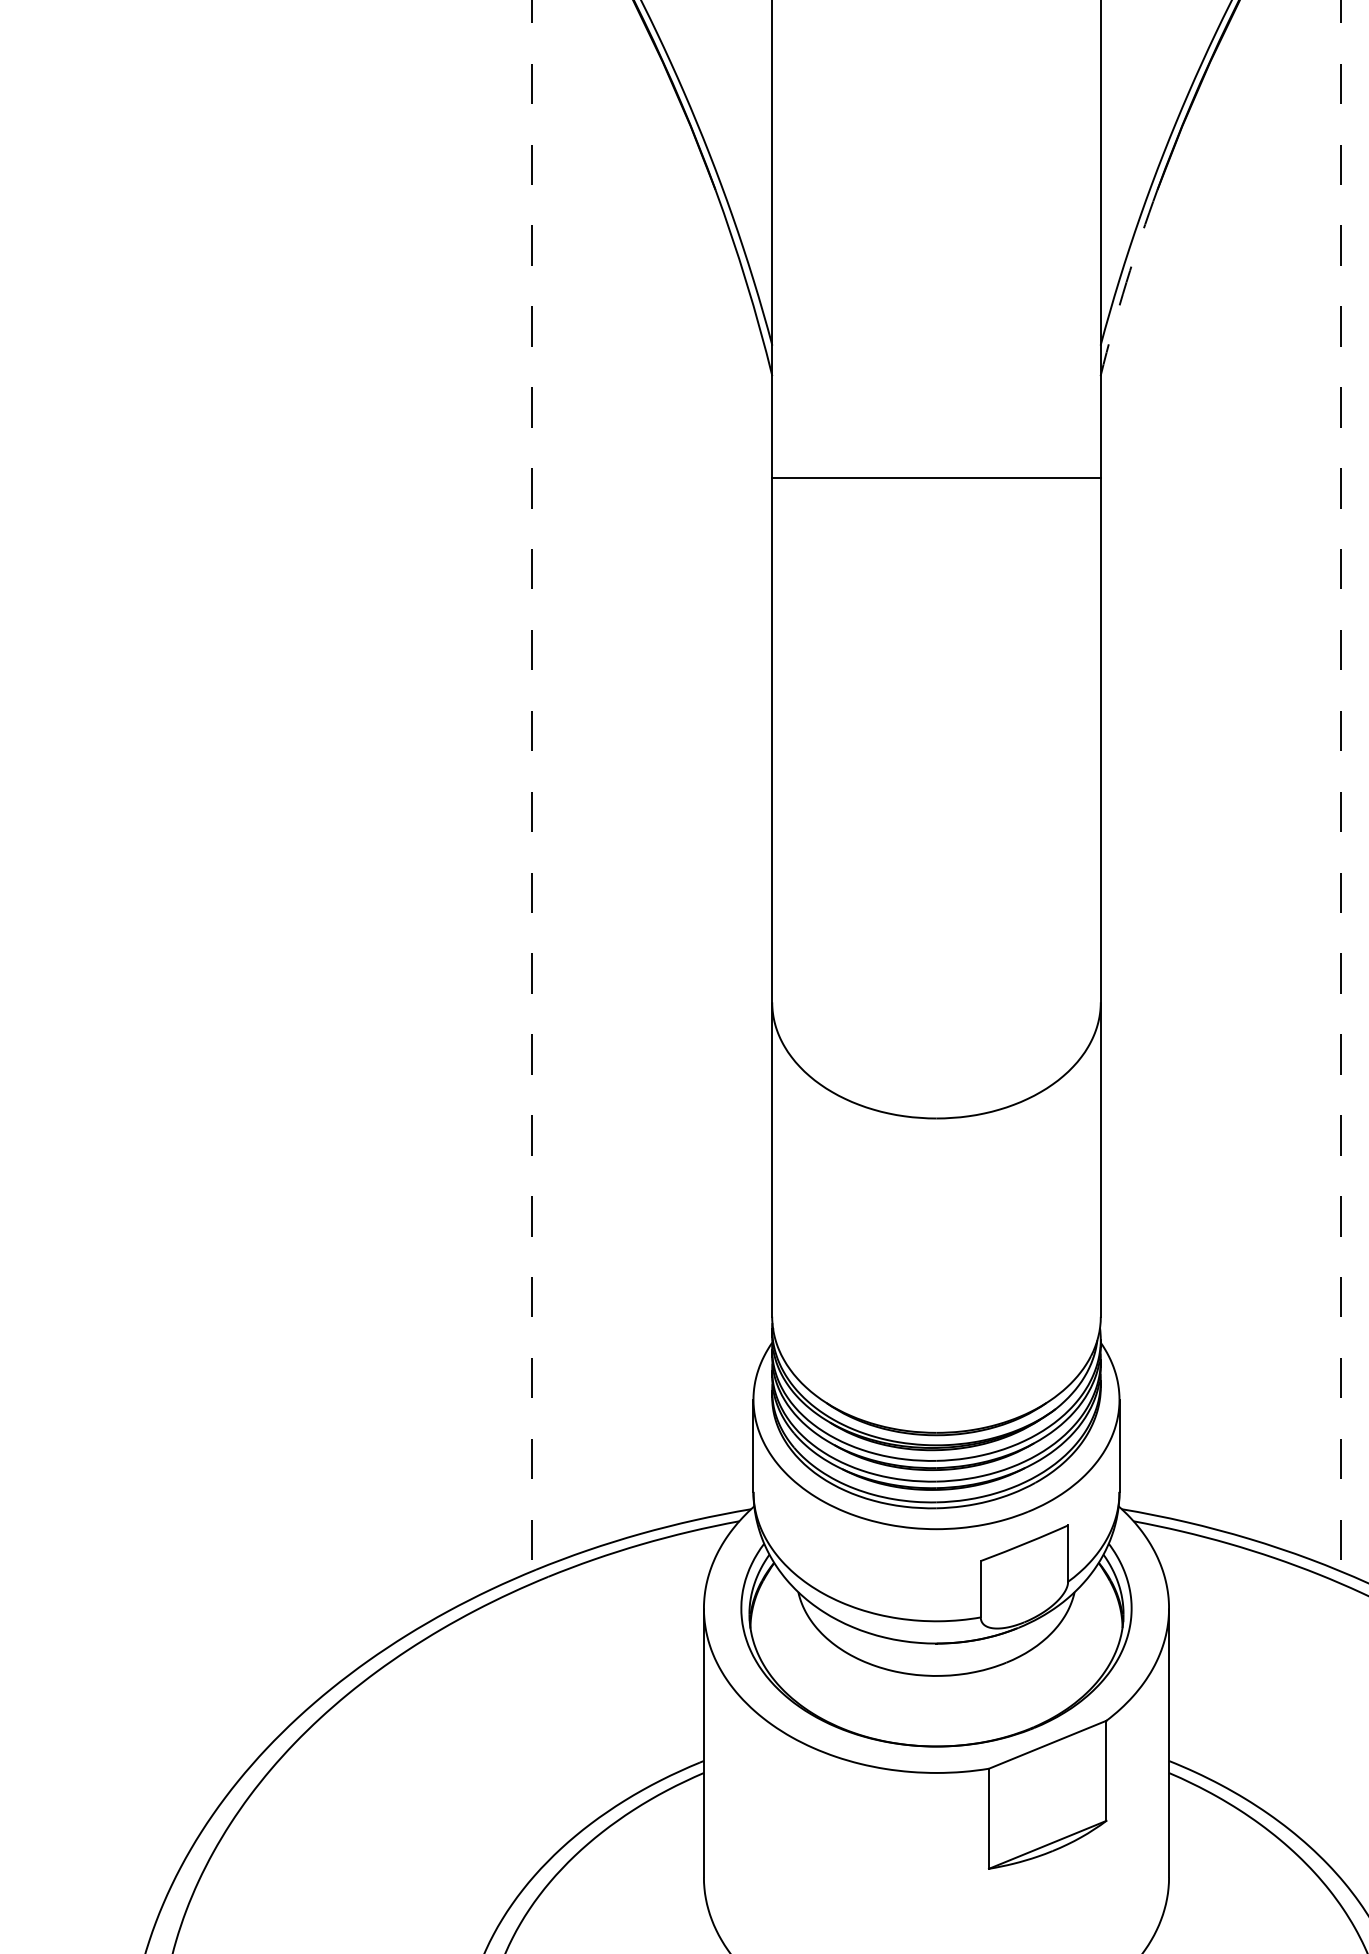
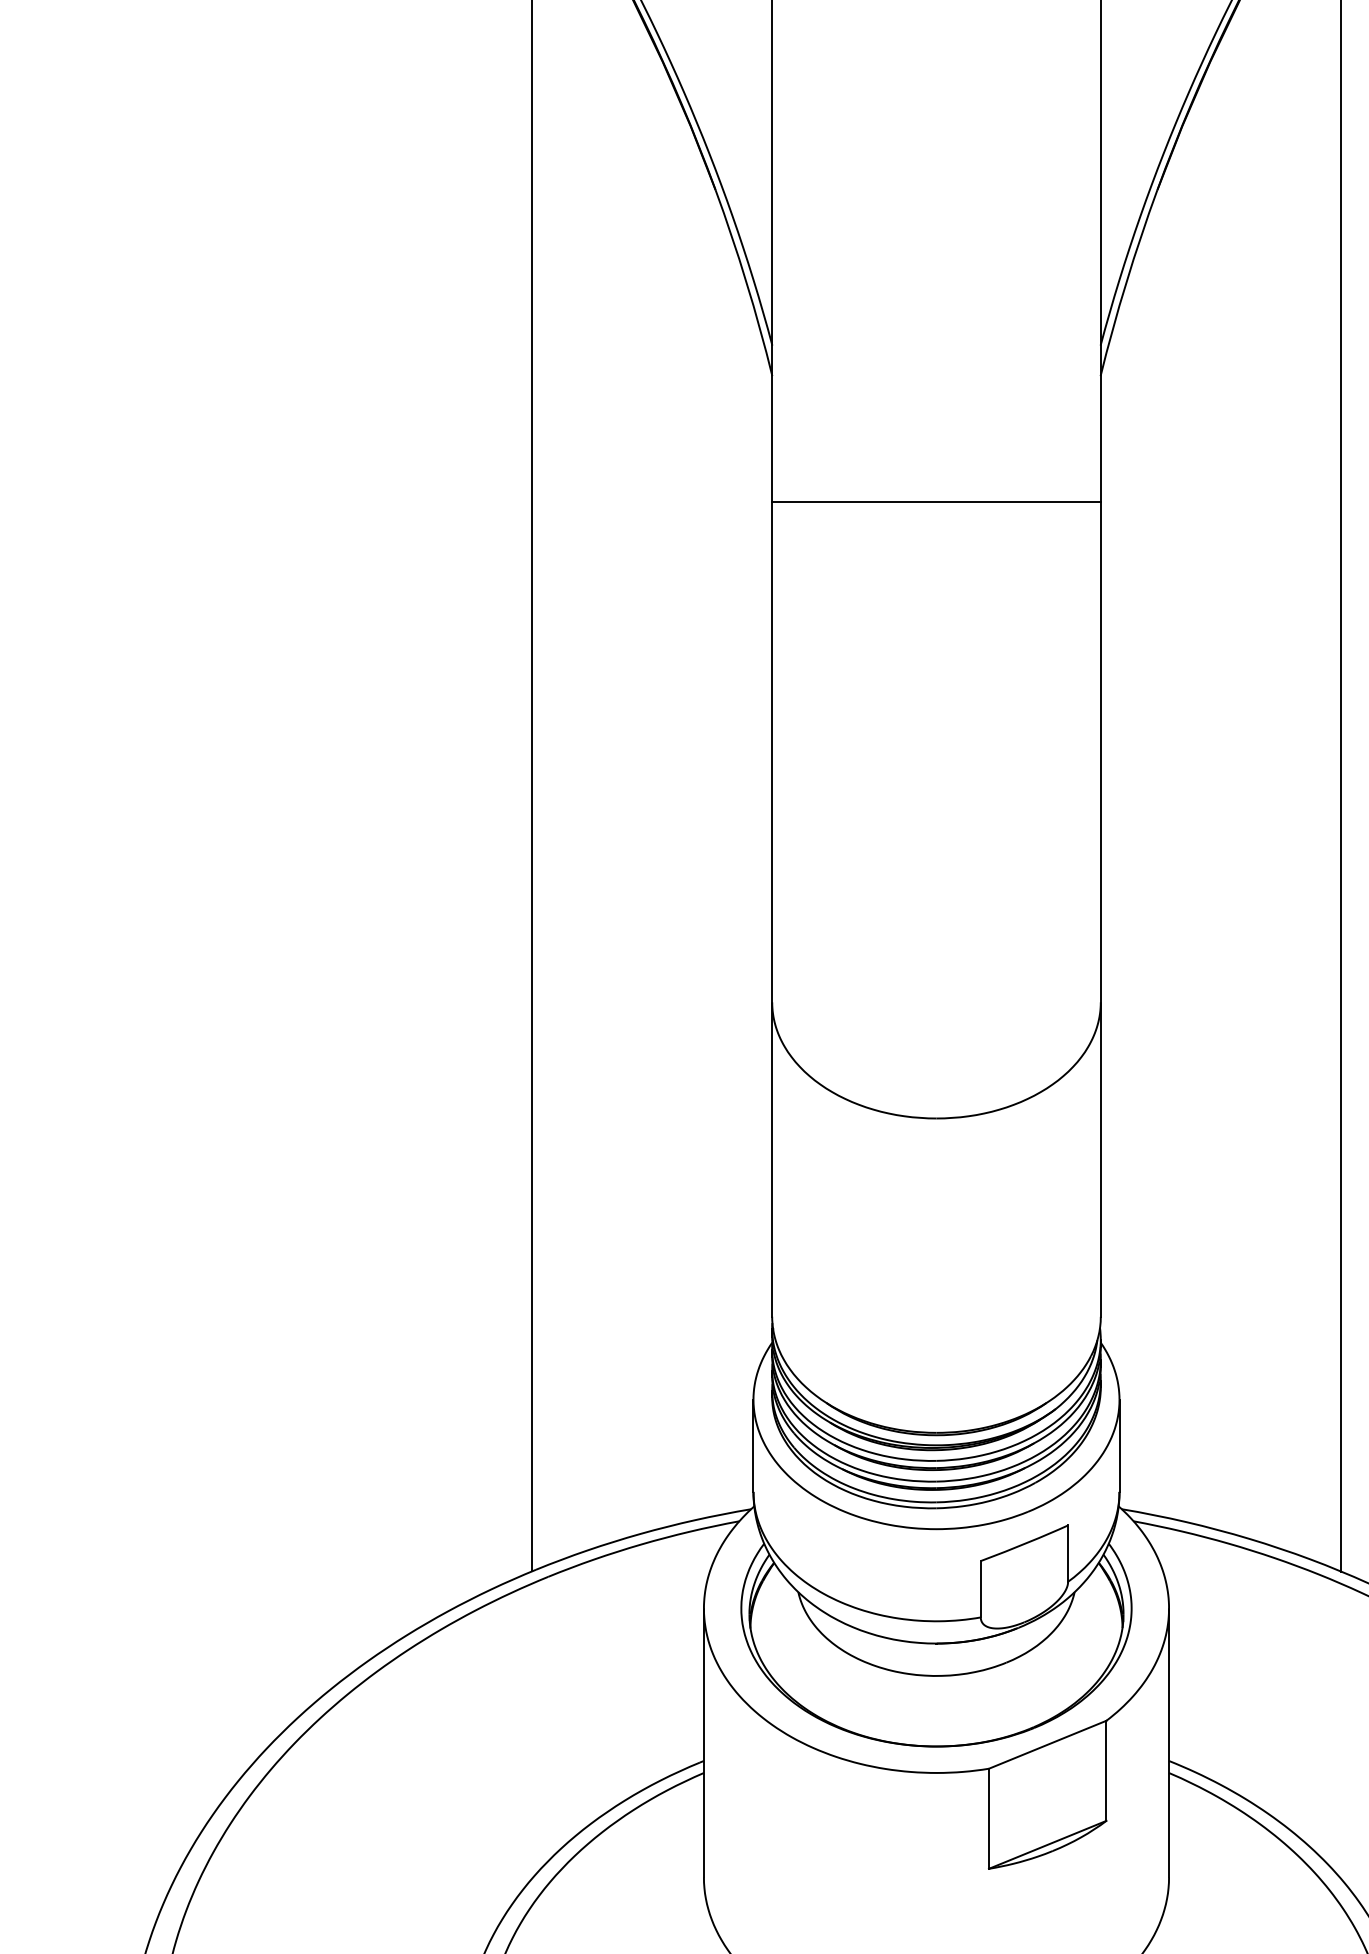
arc at (1126, 282): dashed -> solid
line at (936, 477) position: (936, 477) -> (936, 501)
line at (532, 786): dashed -> solid
line at (1340, 786): dashed -> solid
